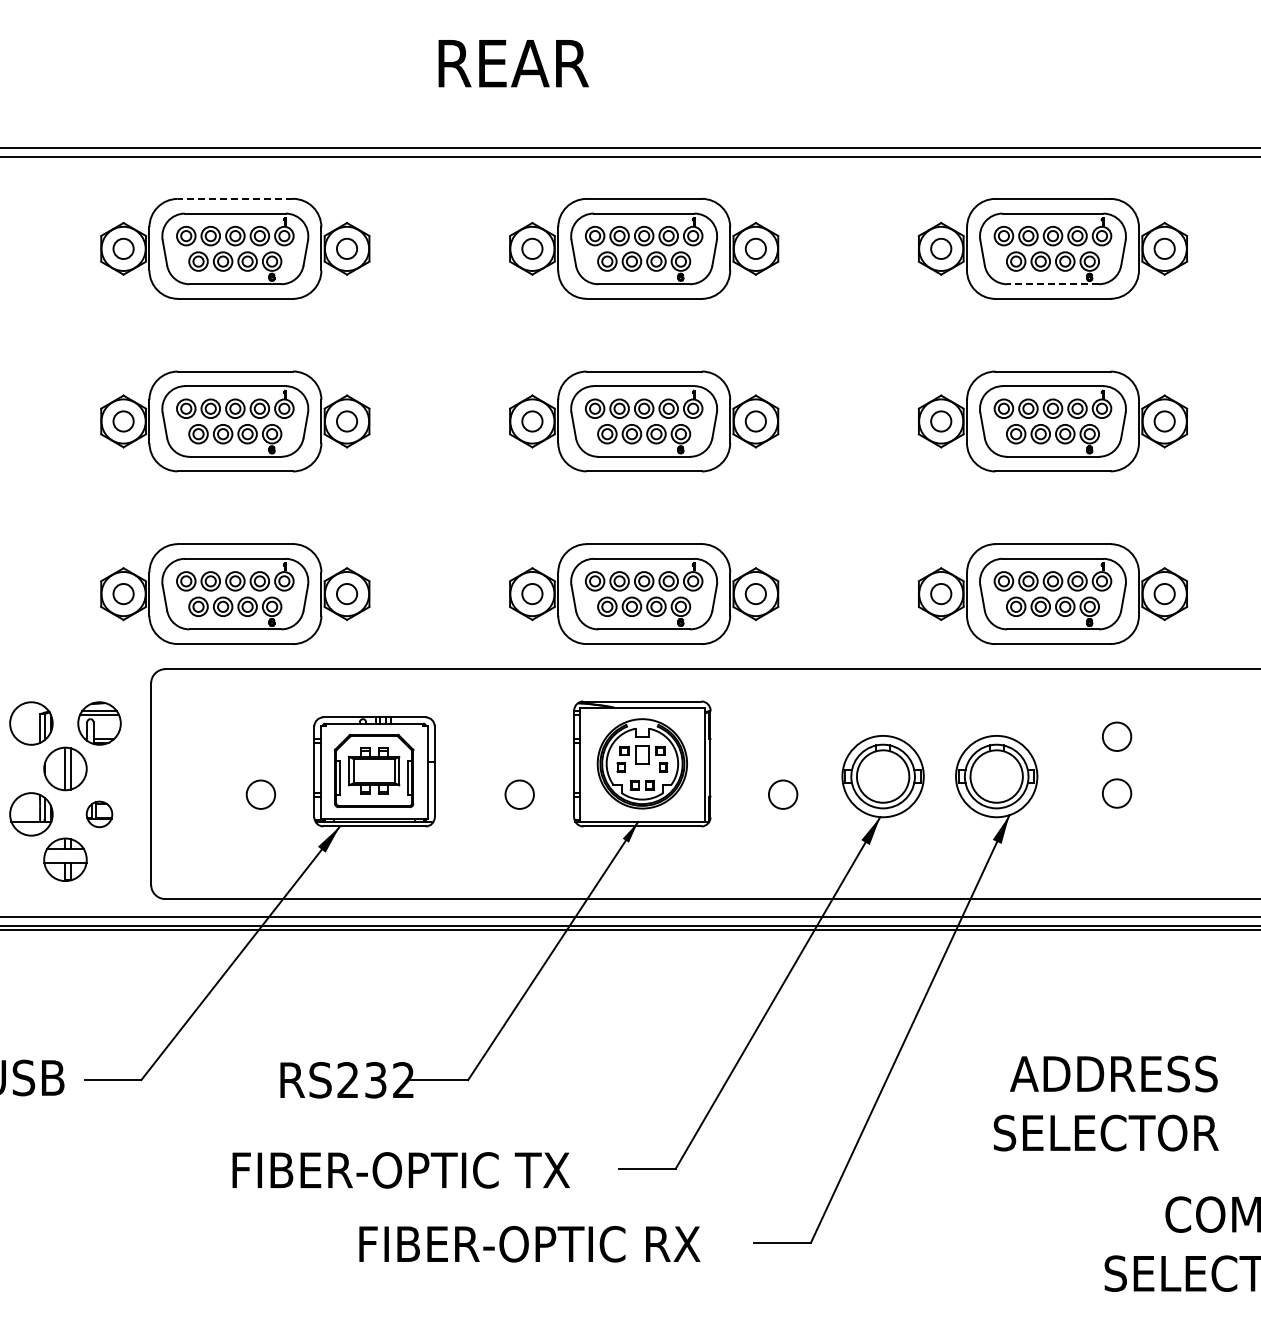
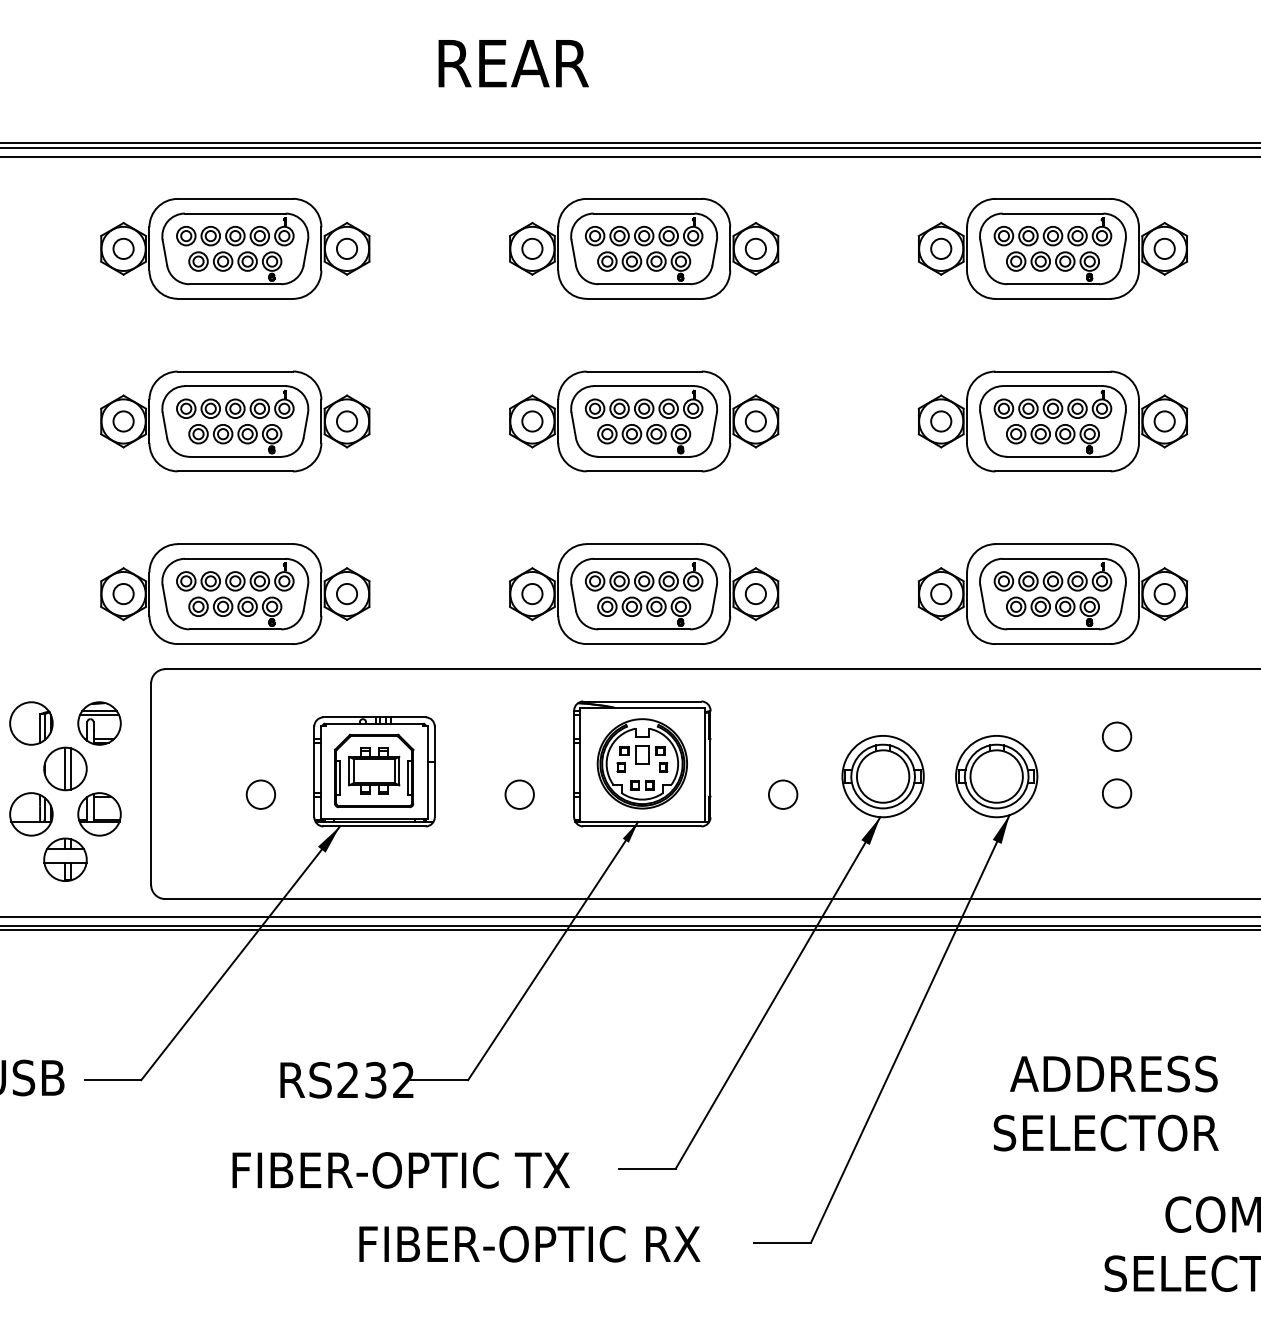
line at (629, 143): none -> present
line at (235, 198): dashed -> solid
line at (1053, 284): dashed -> solid
part at (99, 814) size: 29x29 px -> 45x45 px
